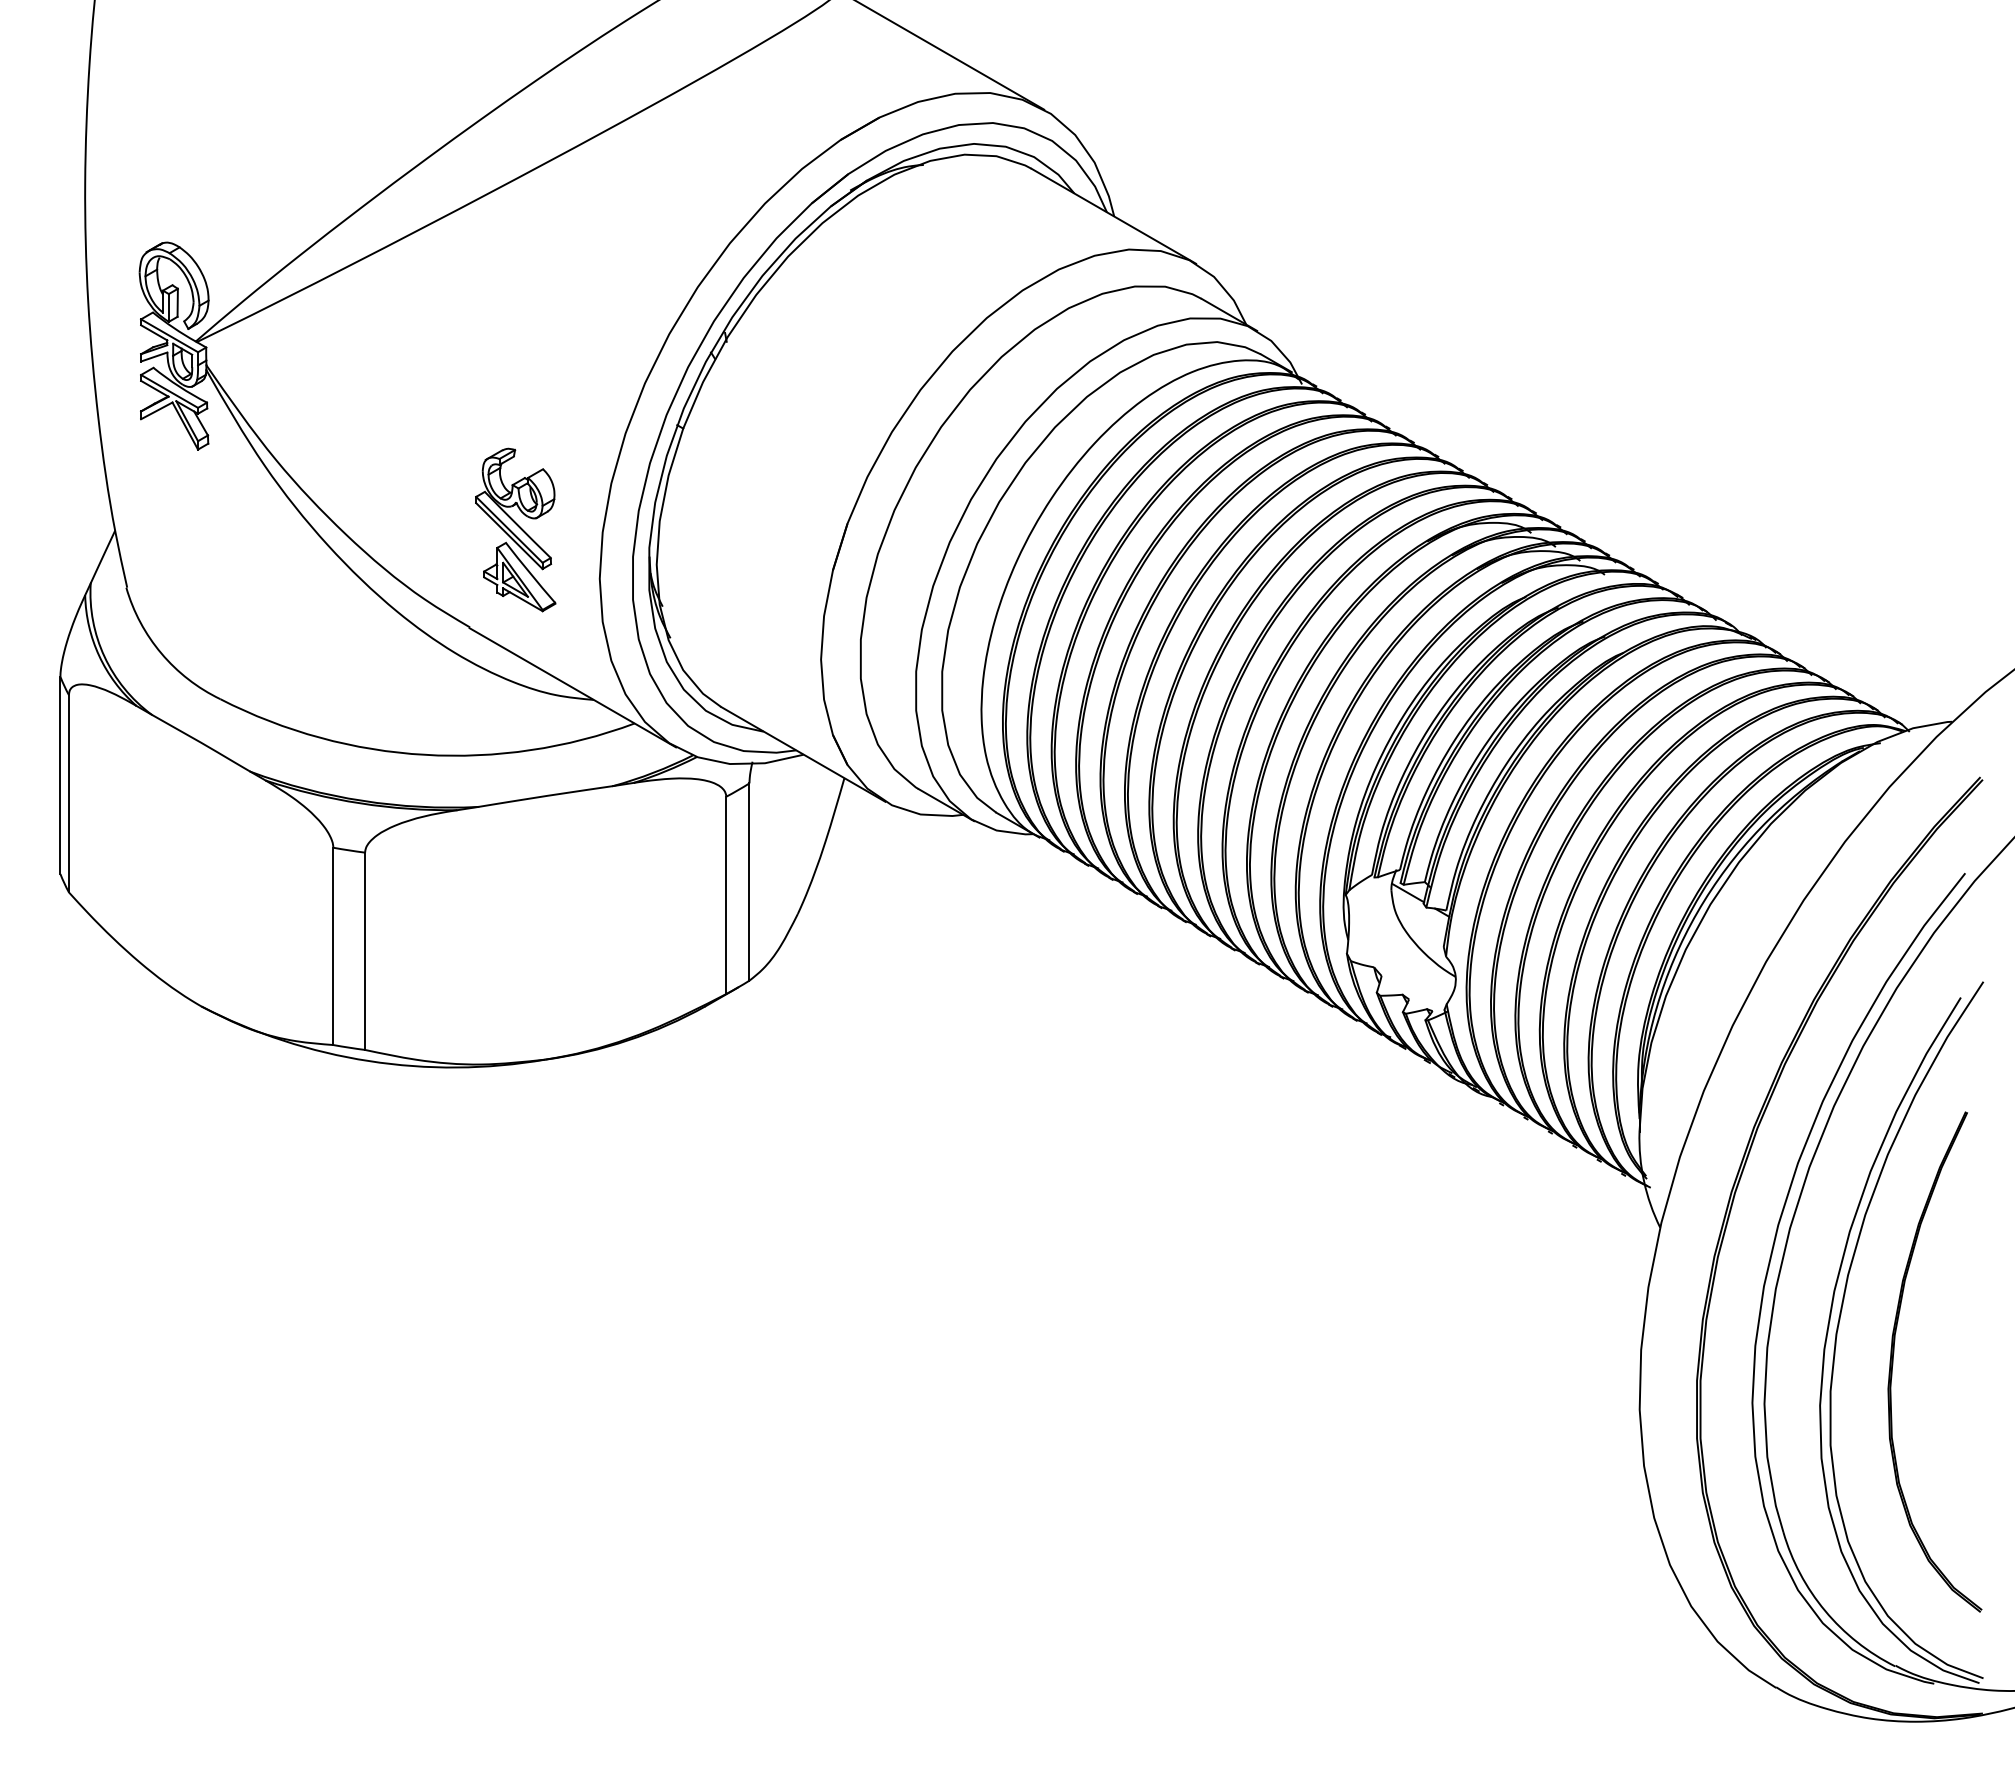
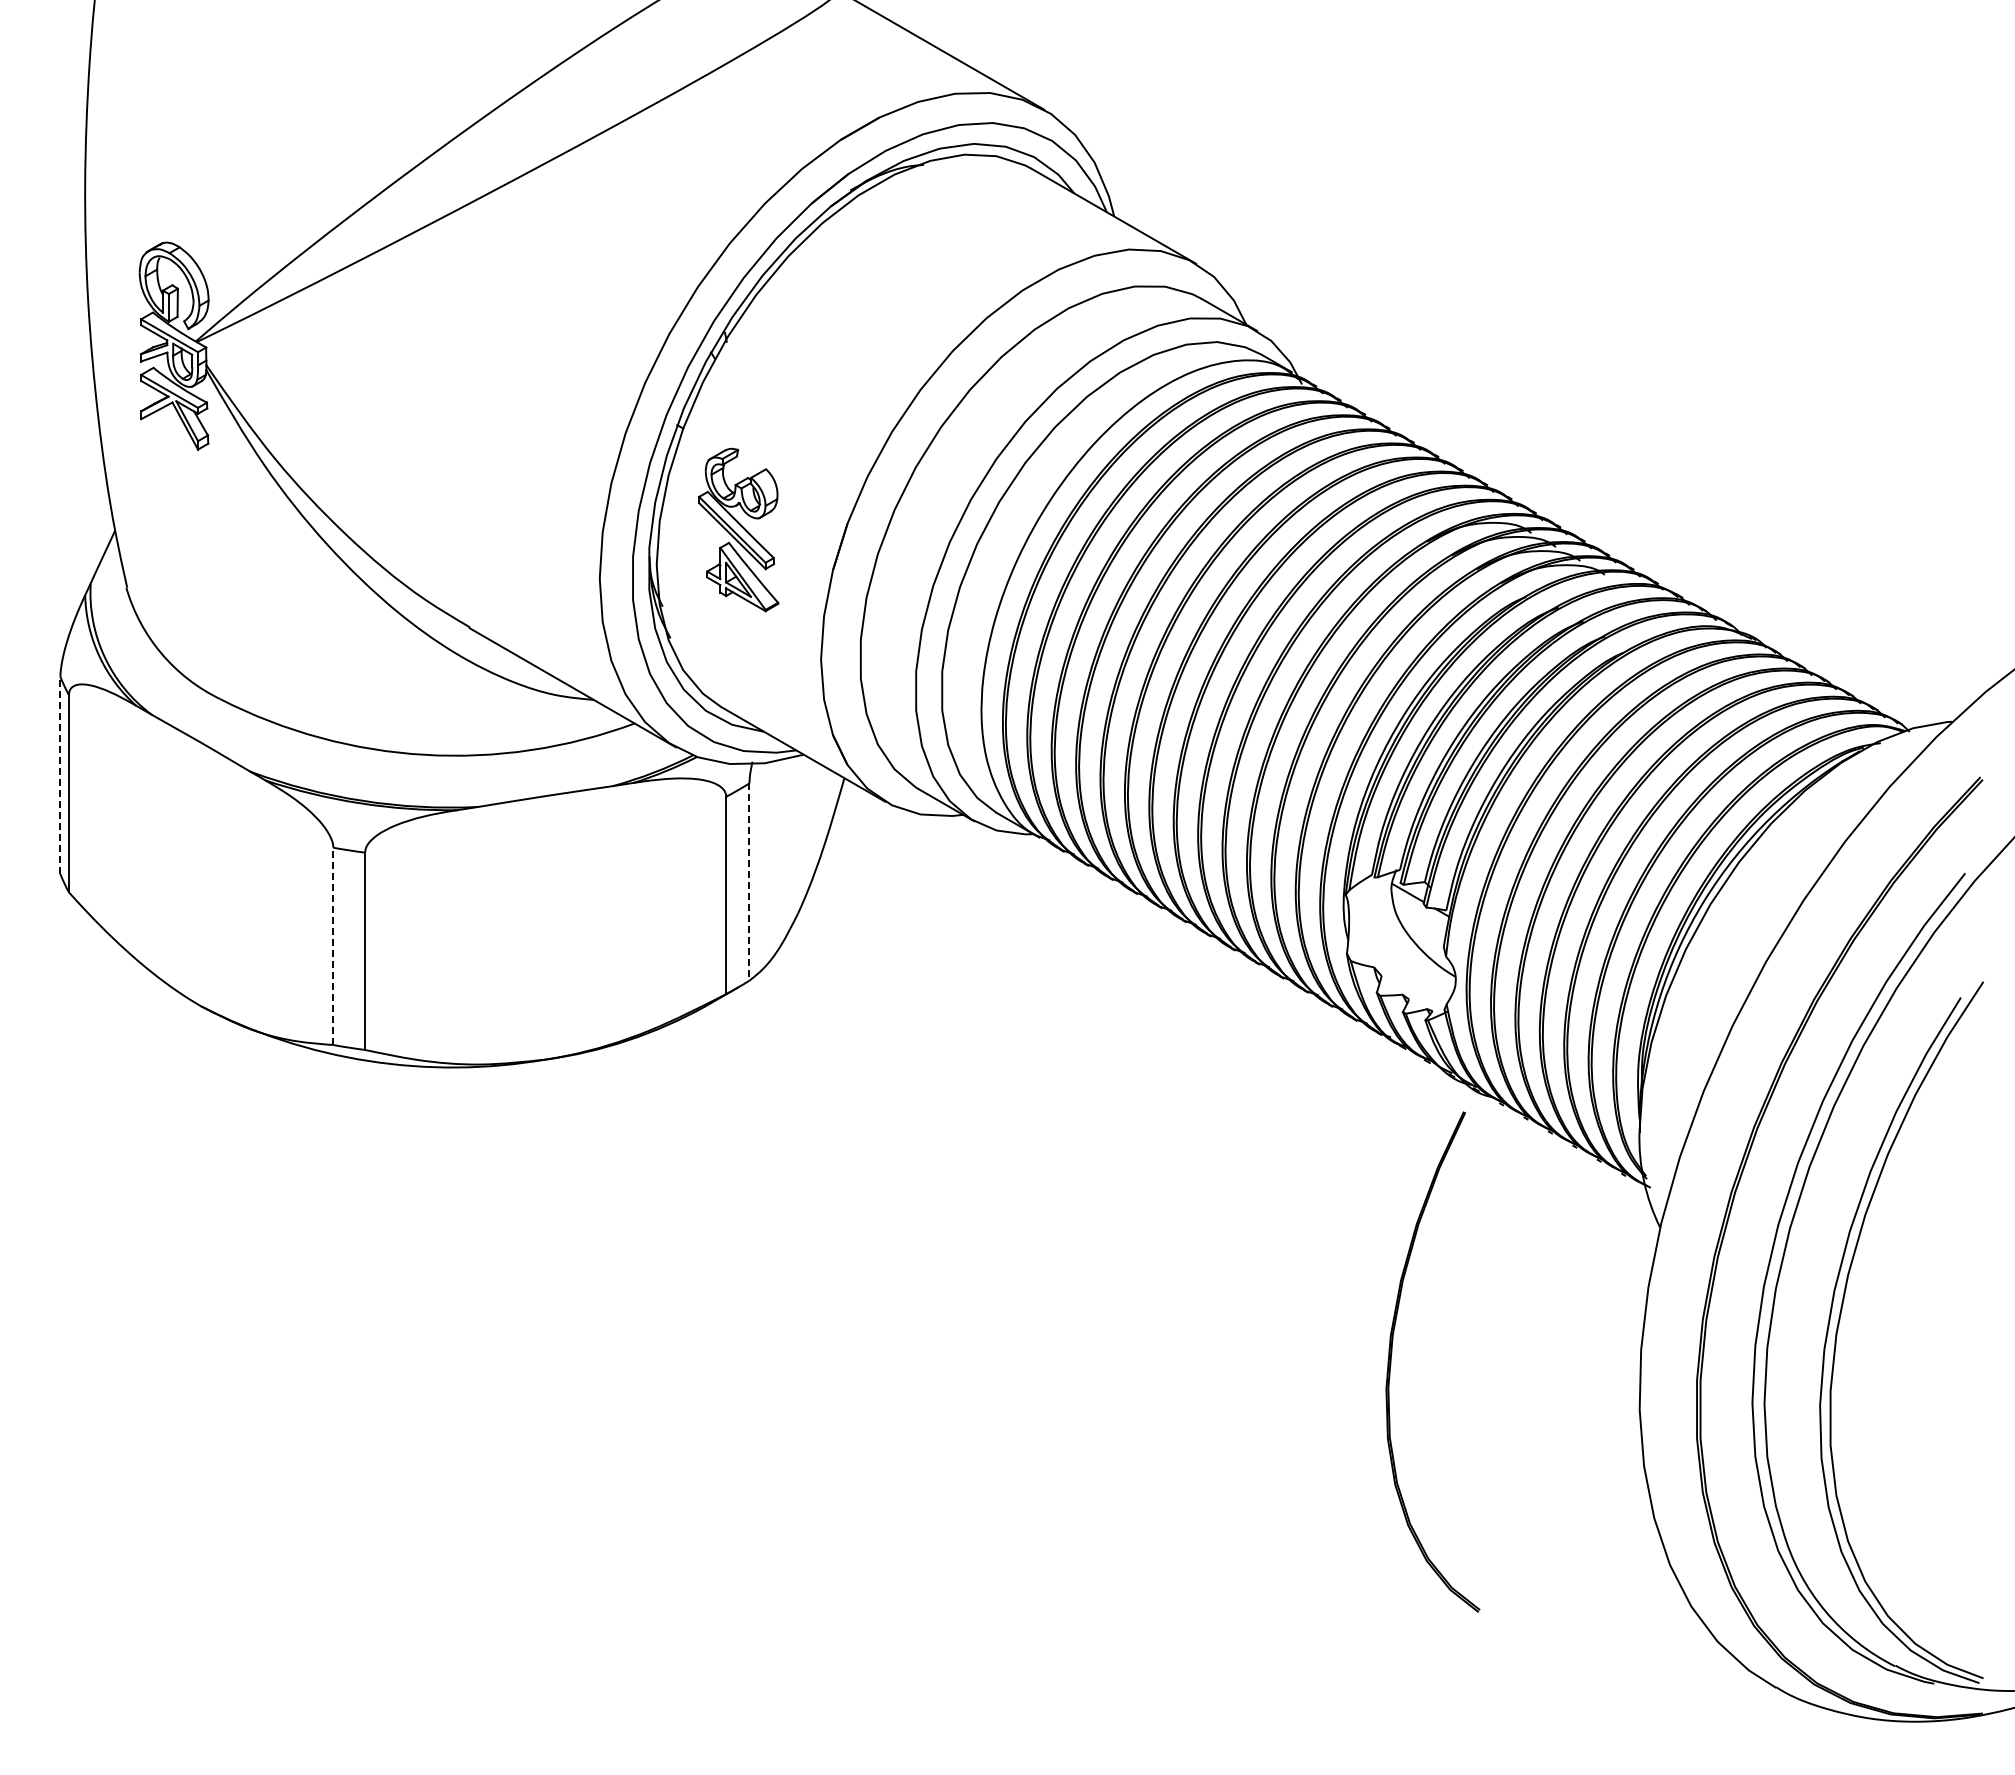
part at (515, 529) position: (515, 529) -> (738, 529)
line at (60, 775): solid -> dashed
line at (749, 882): solid -> dashed
line at (333, 946): solid -> dashed
part at (1894, 1353) position: (1894, 1353) -> (1392, 1353)
